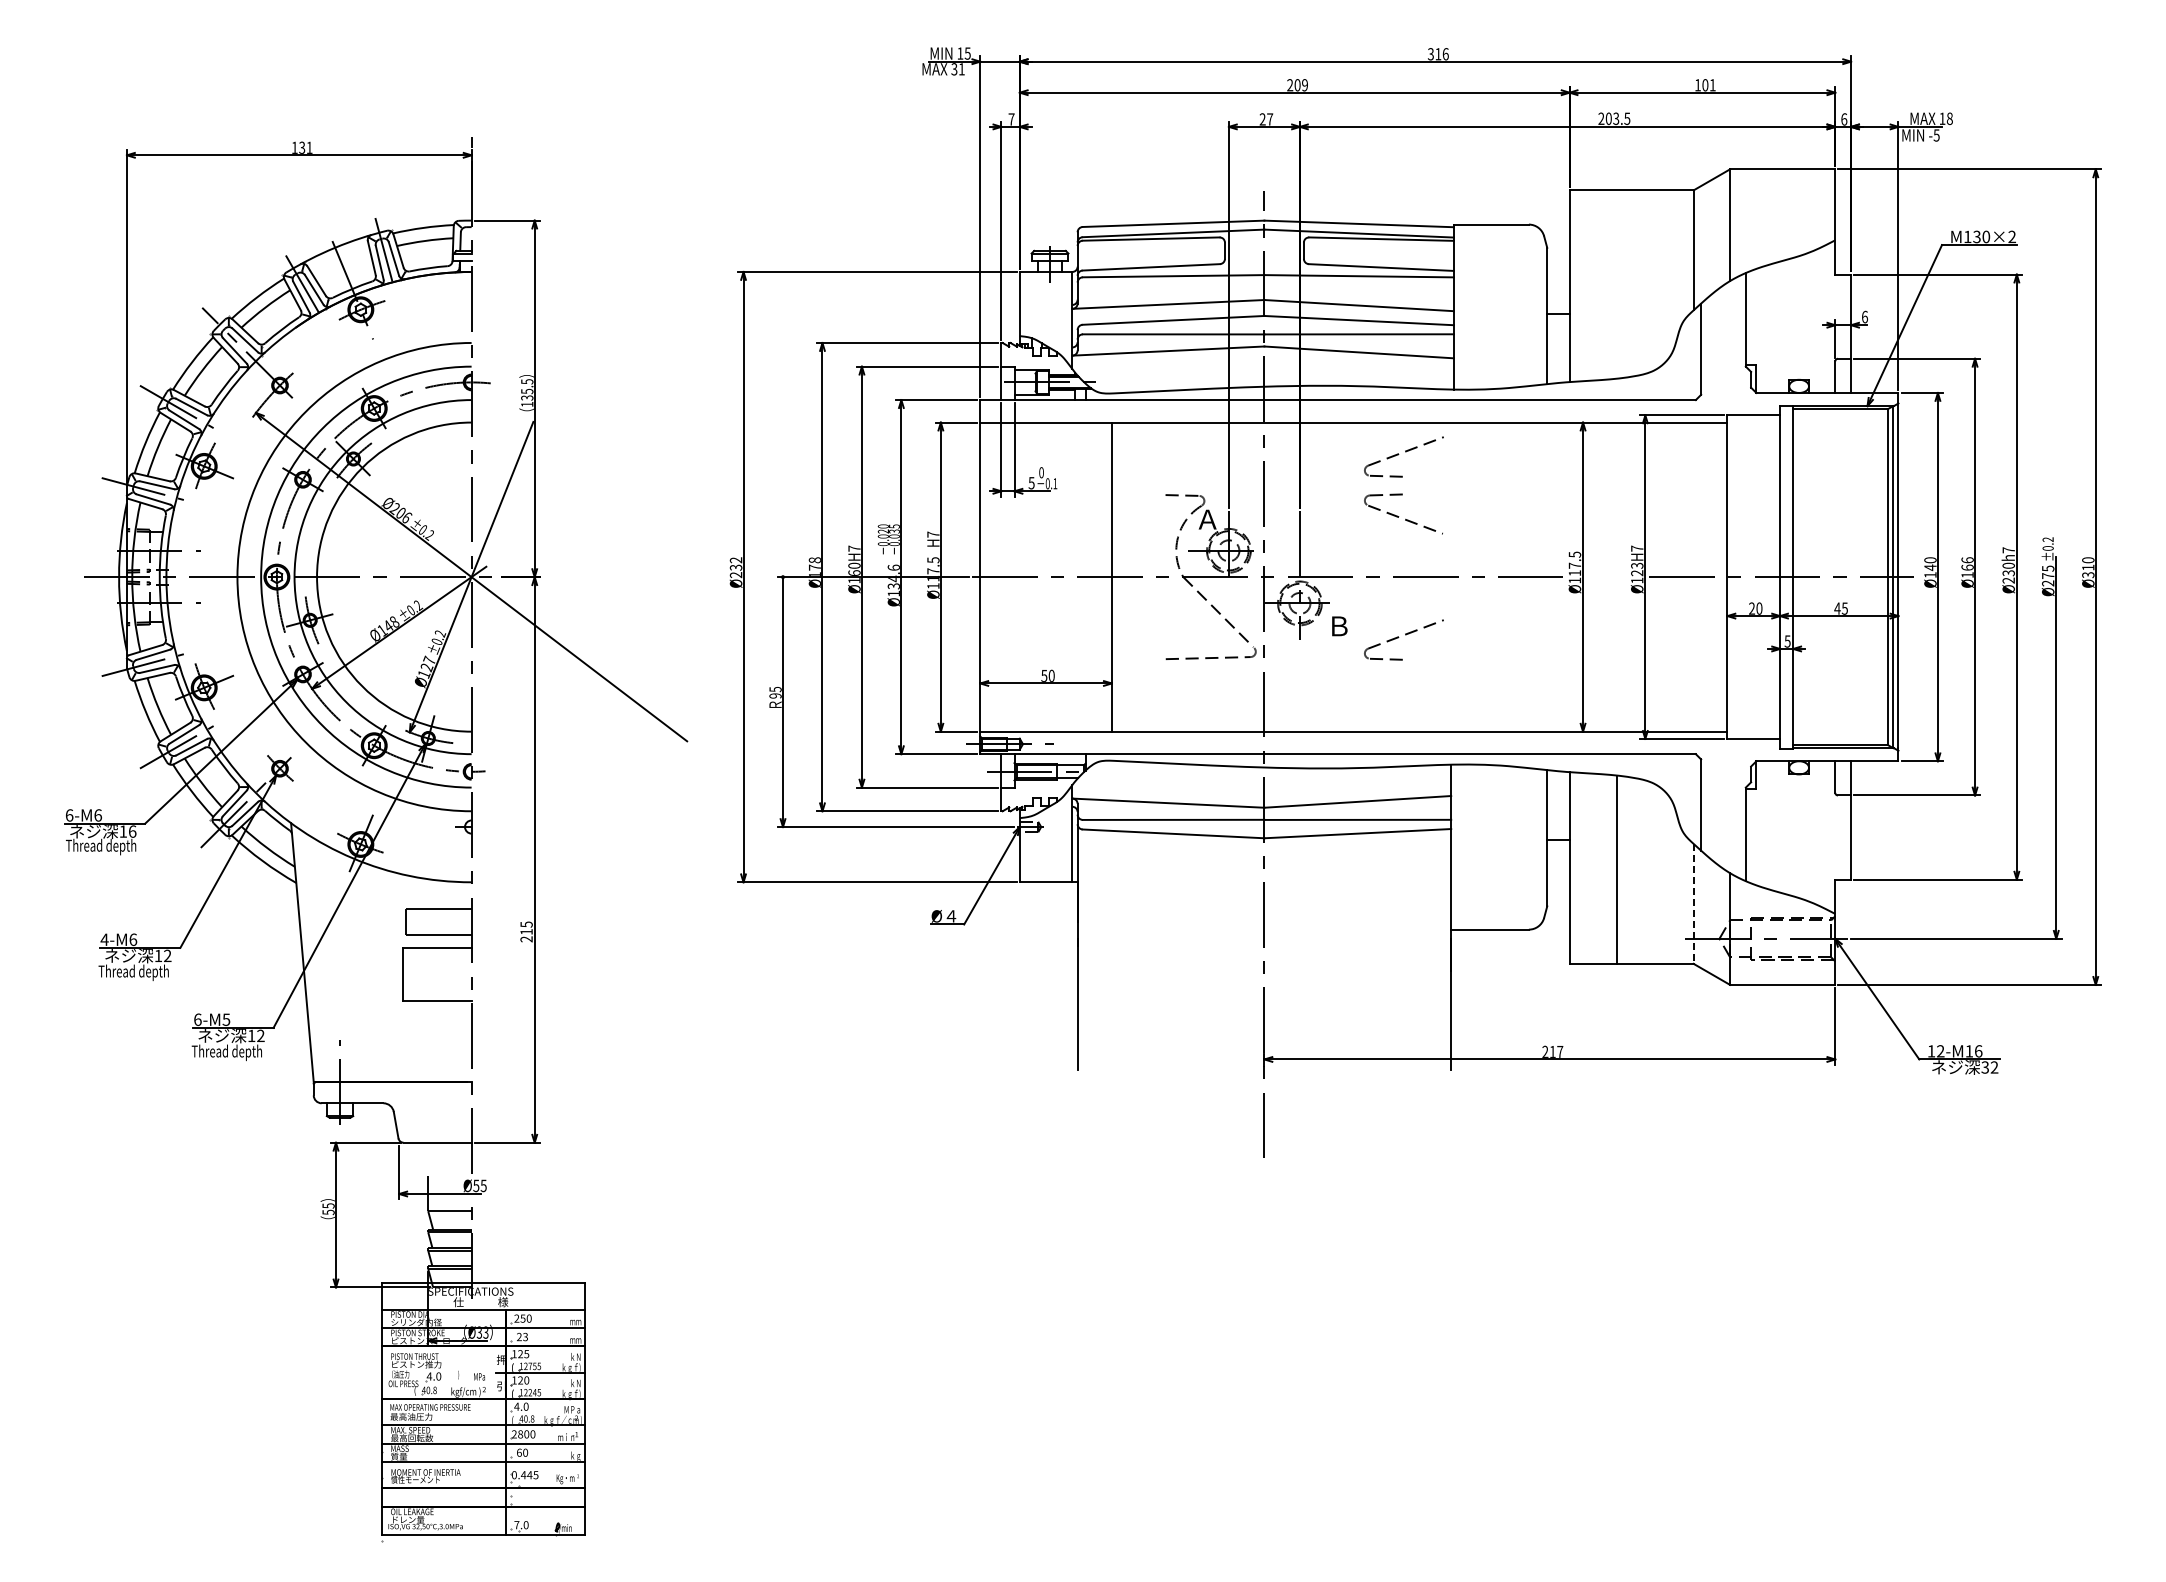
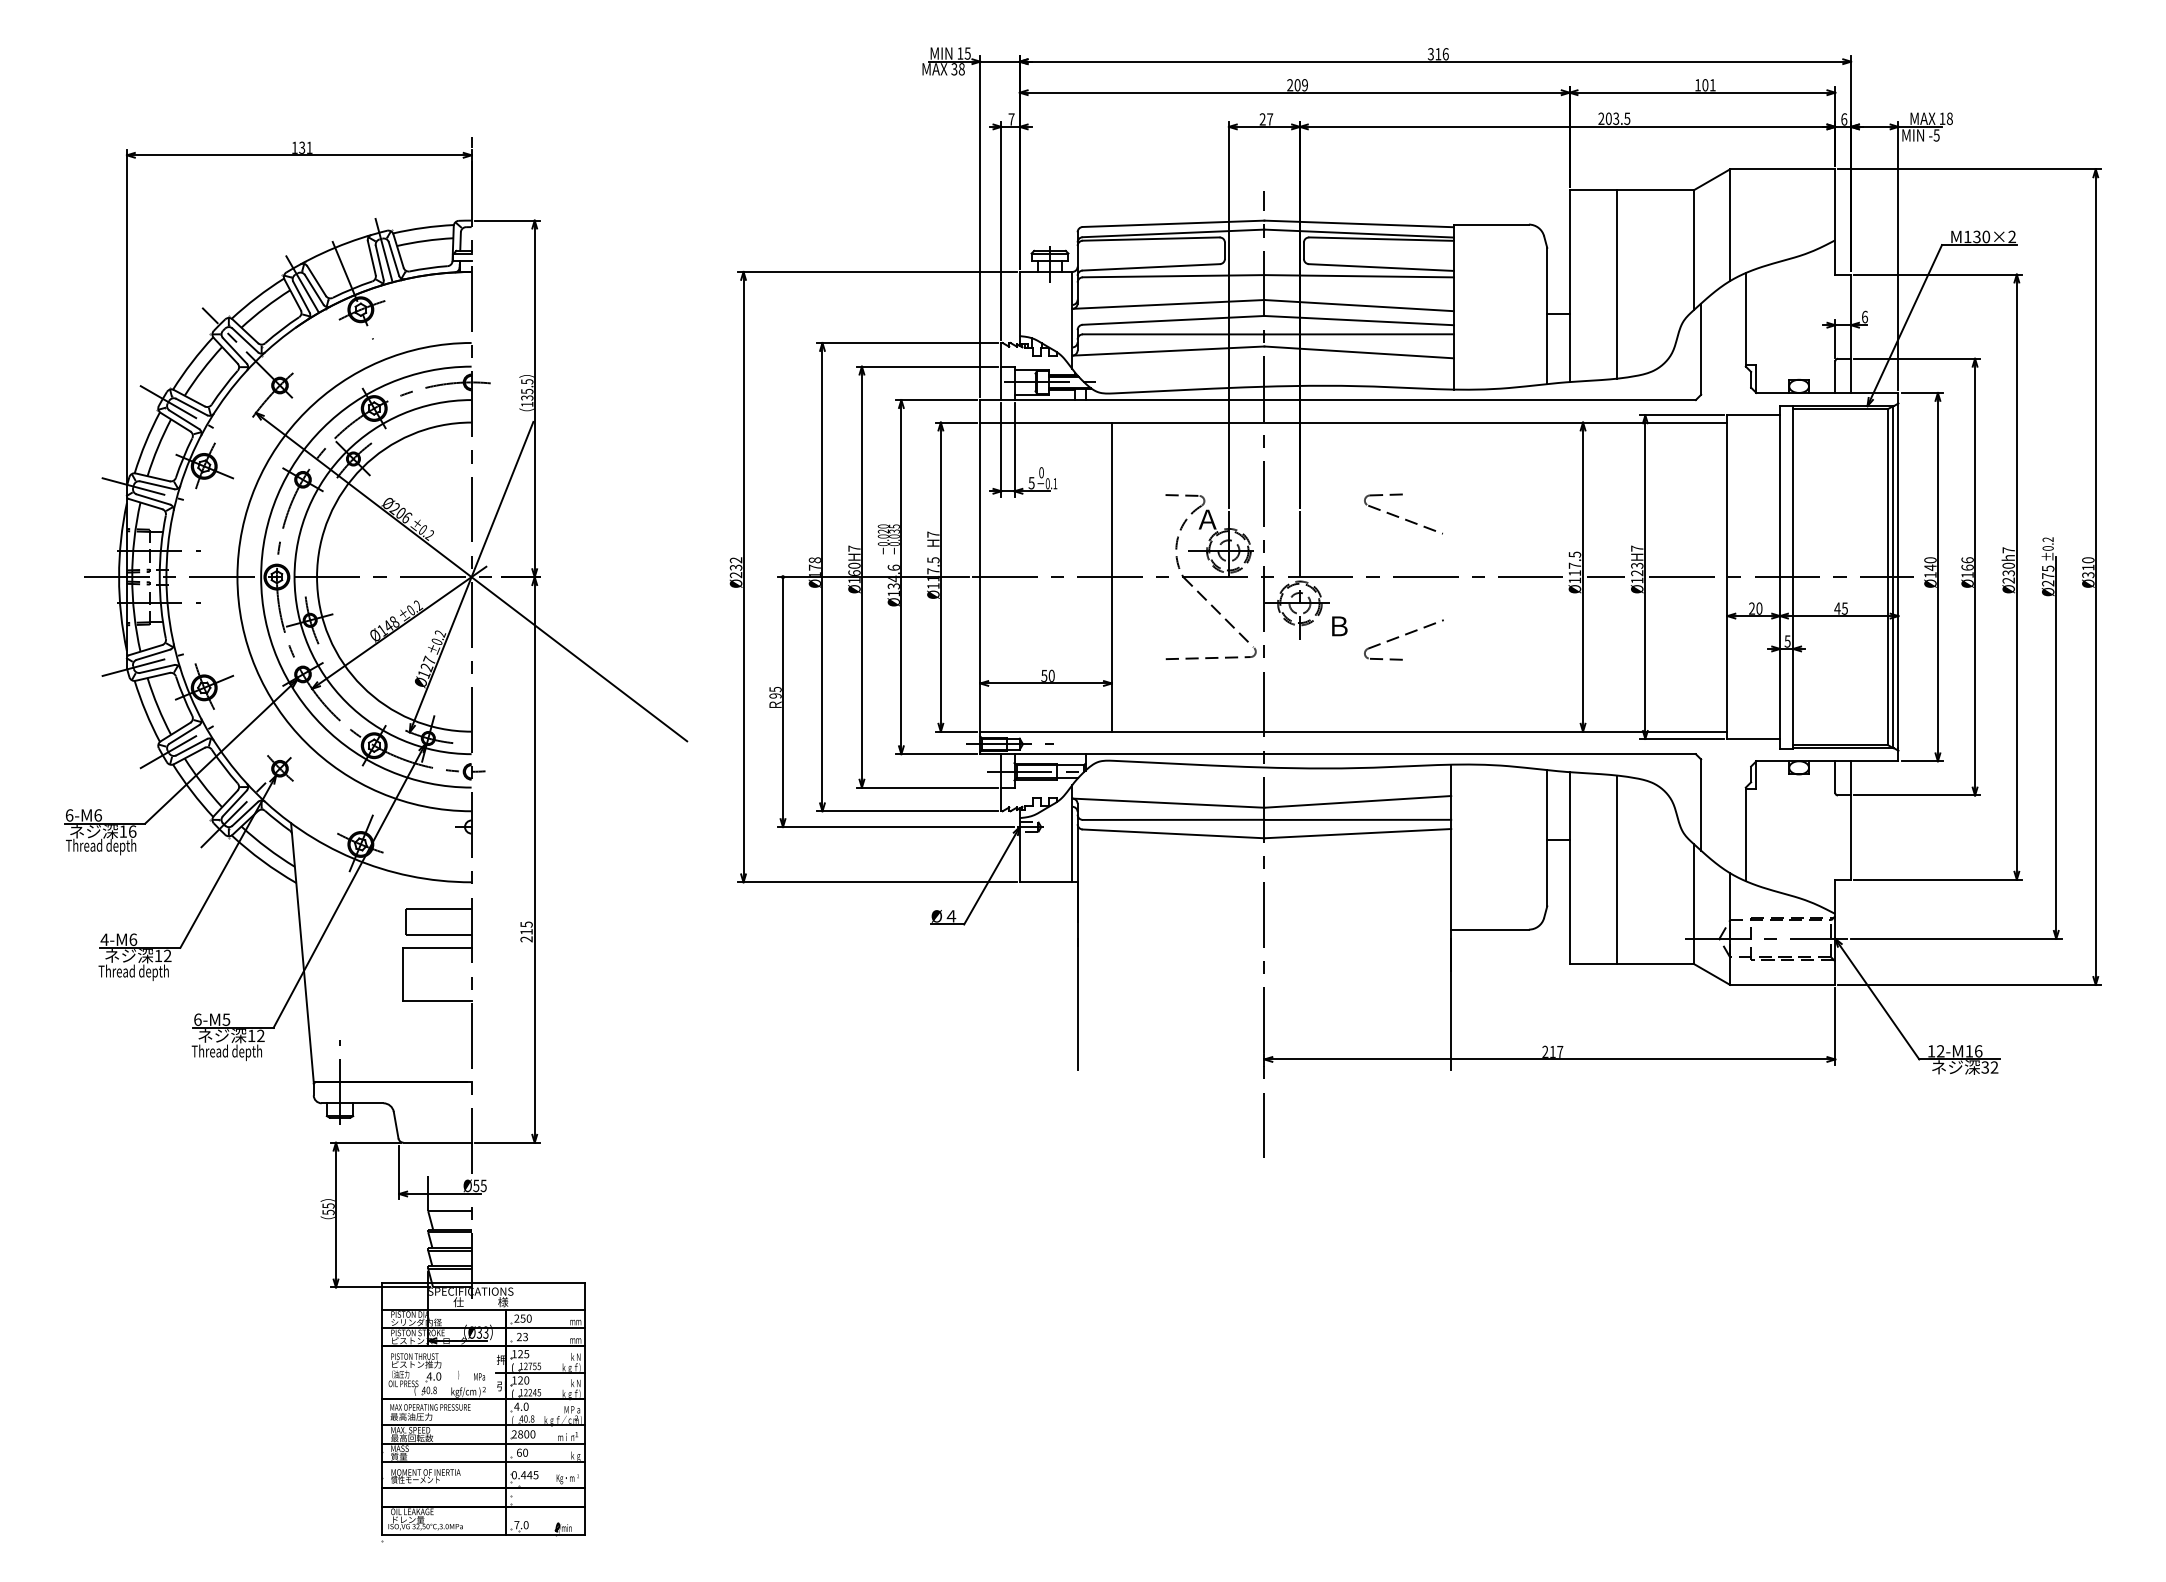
text at (961, 69): 31 -> 38
line at (1616, 284): none -> present
part at (1403, 456): present -> none
line at (1606, 577): none -> present
line at (1693, 903): dashed -> solid
